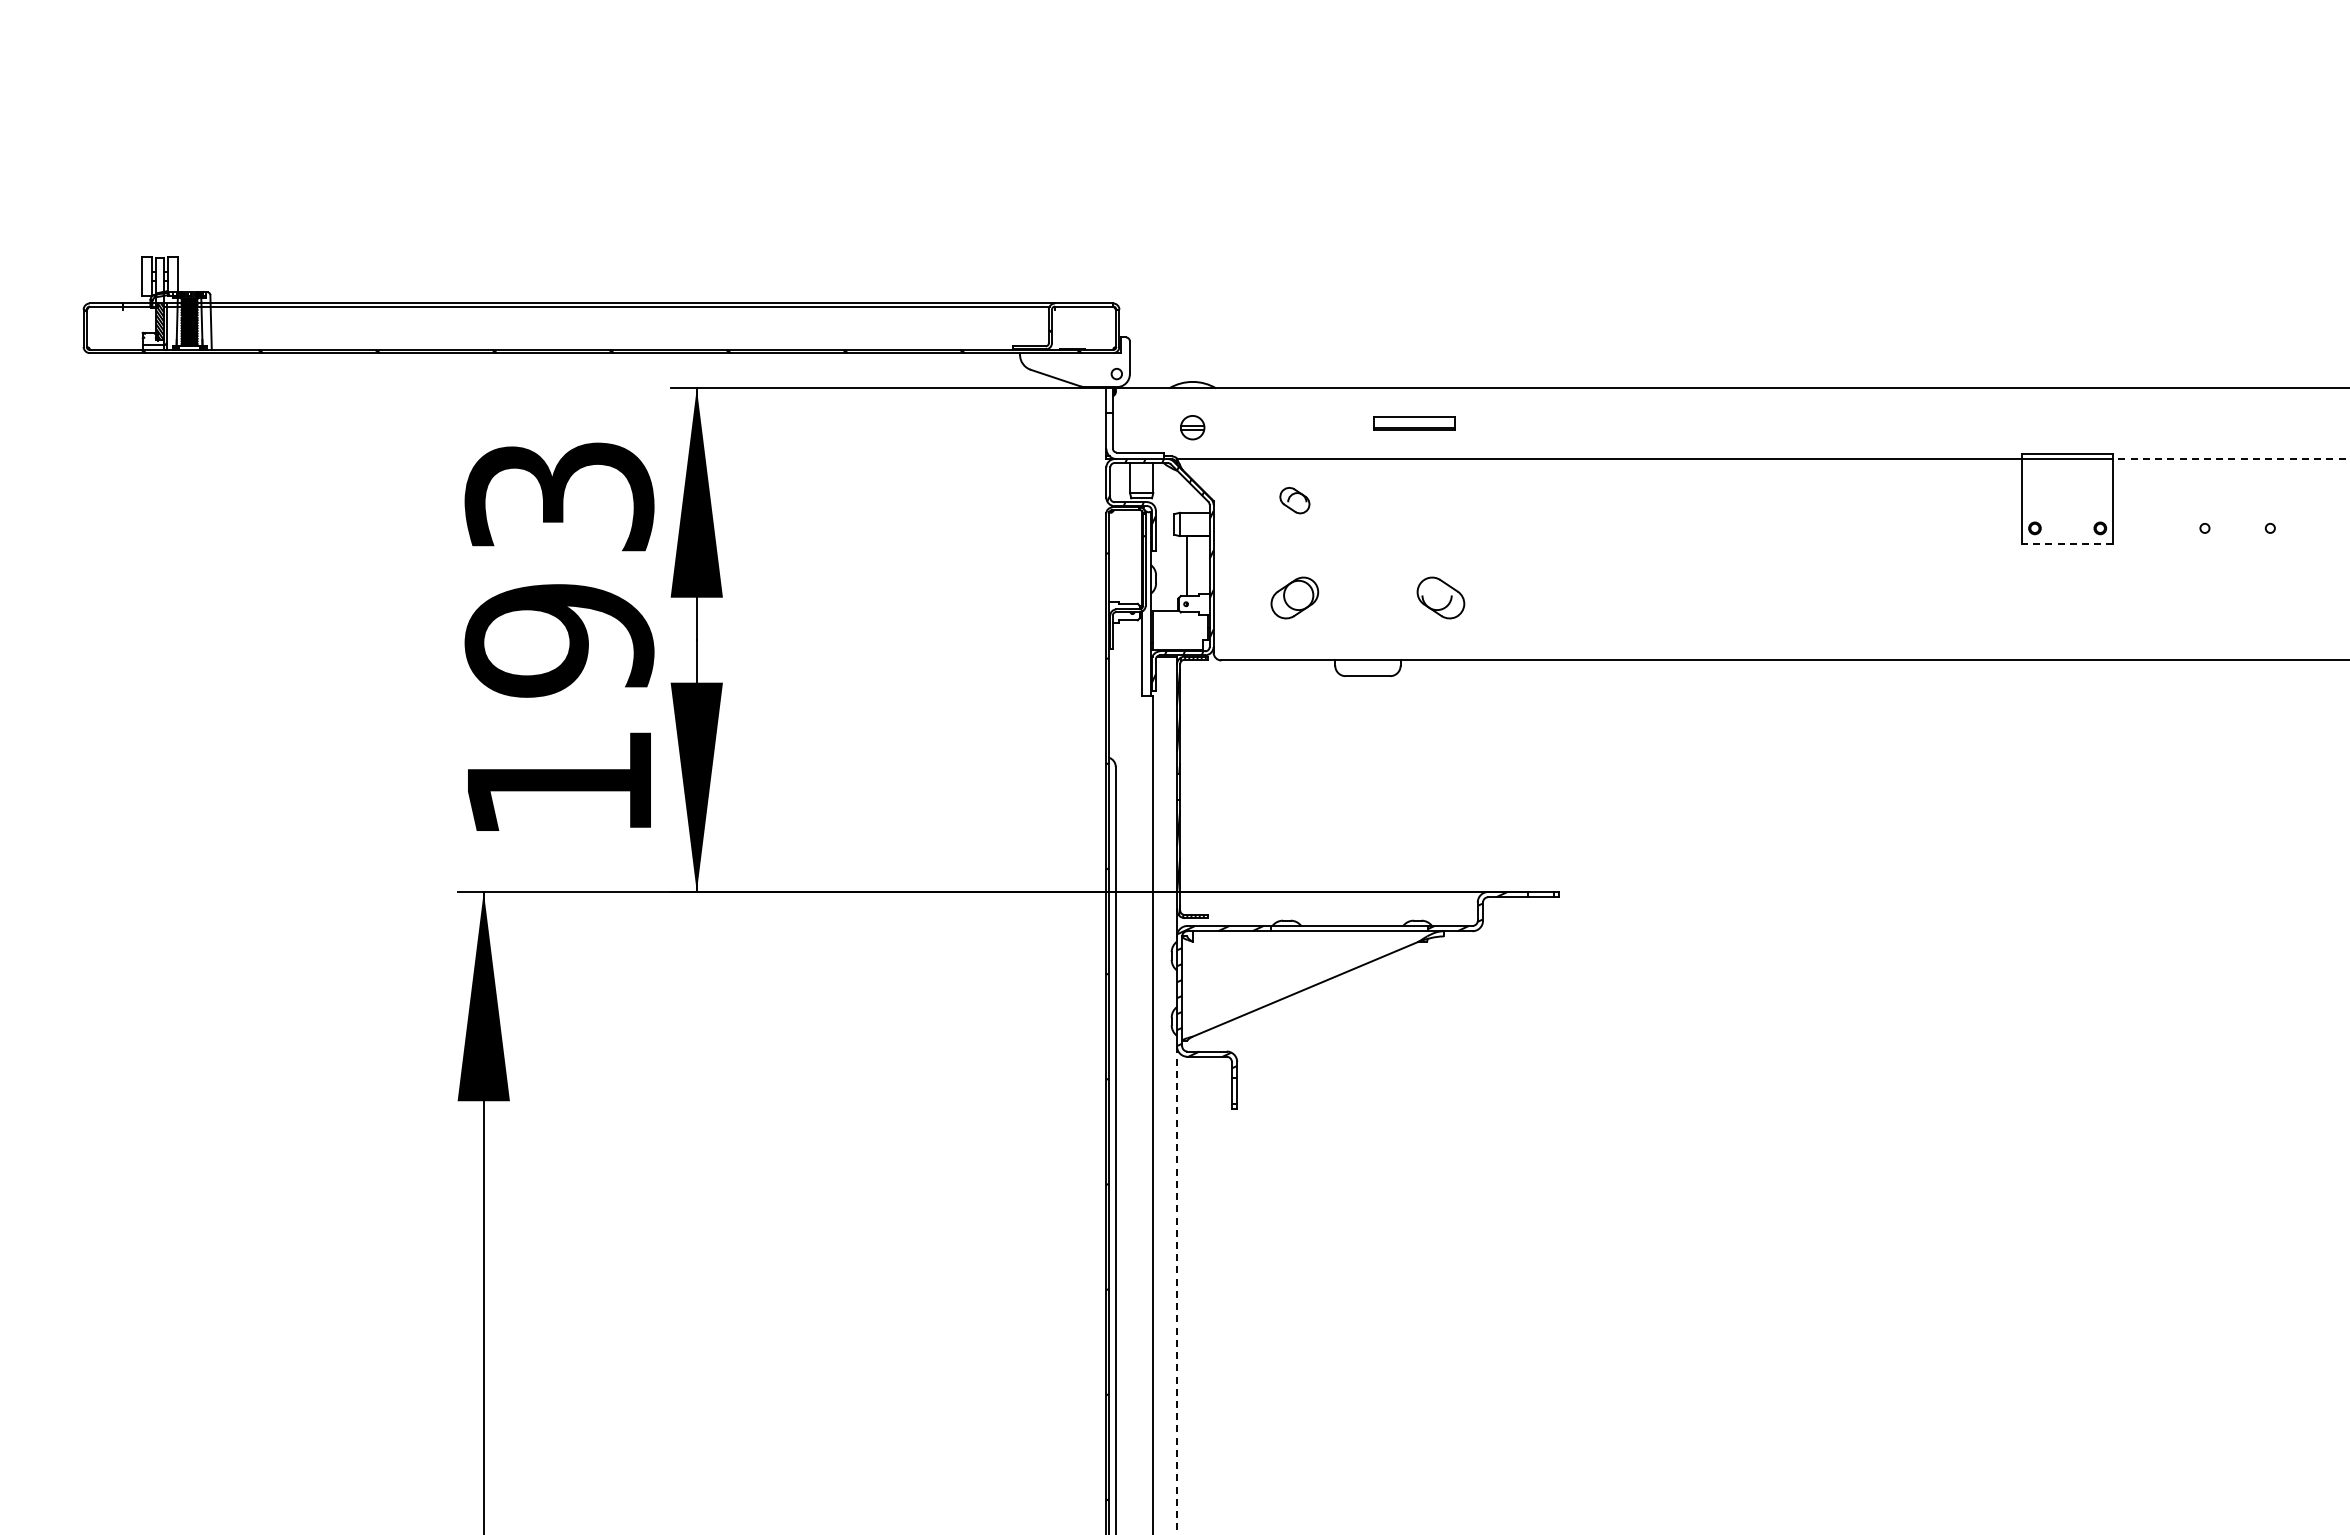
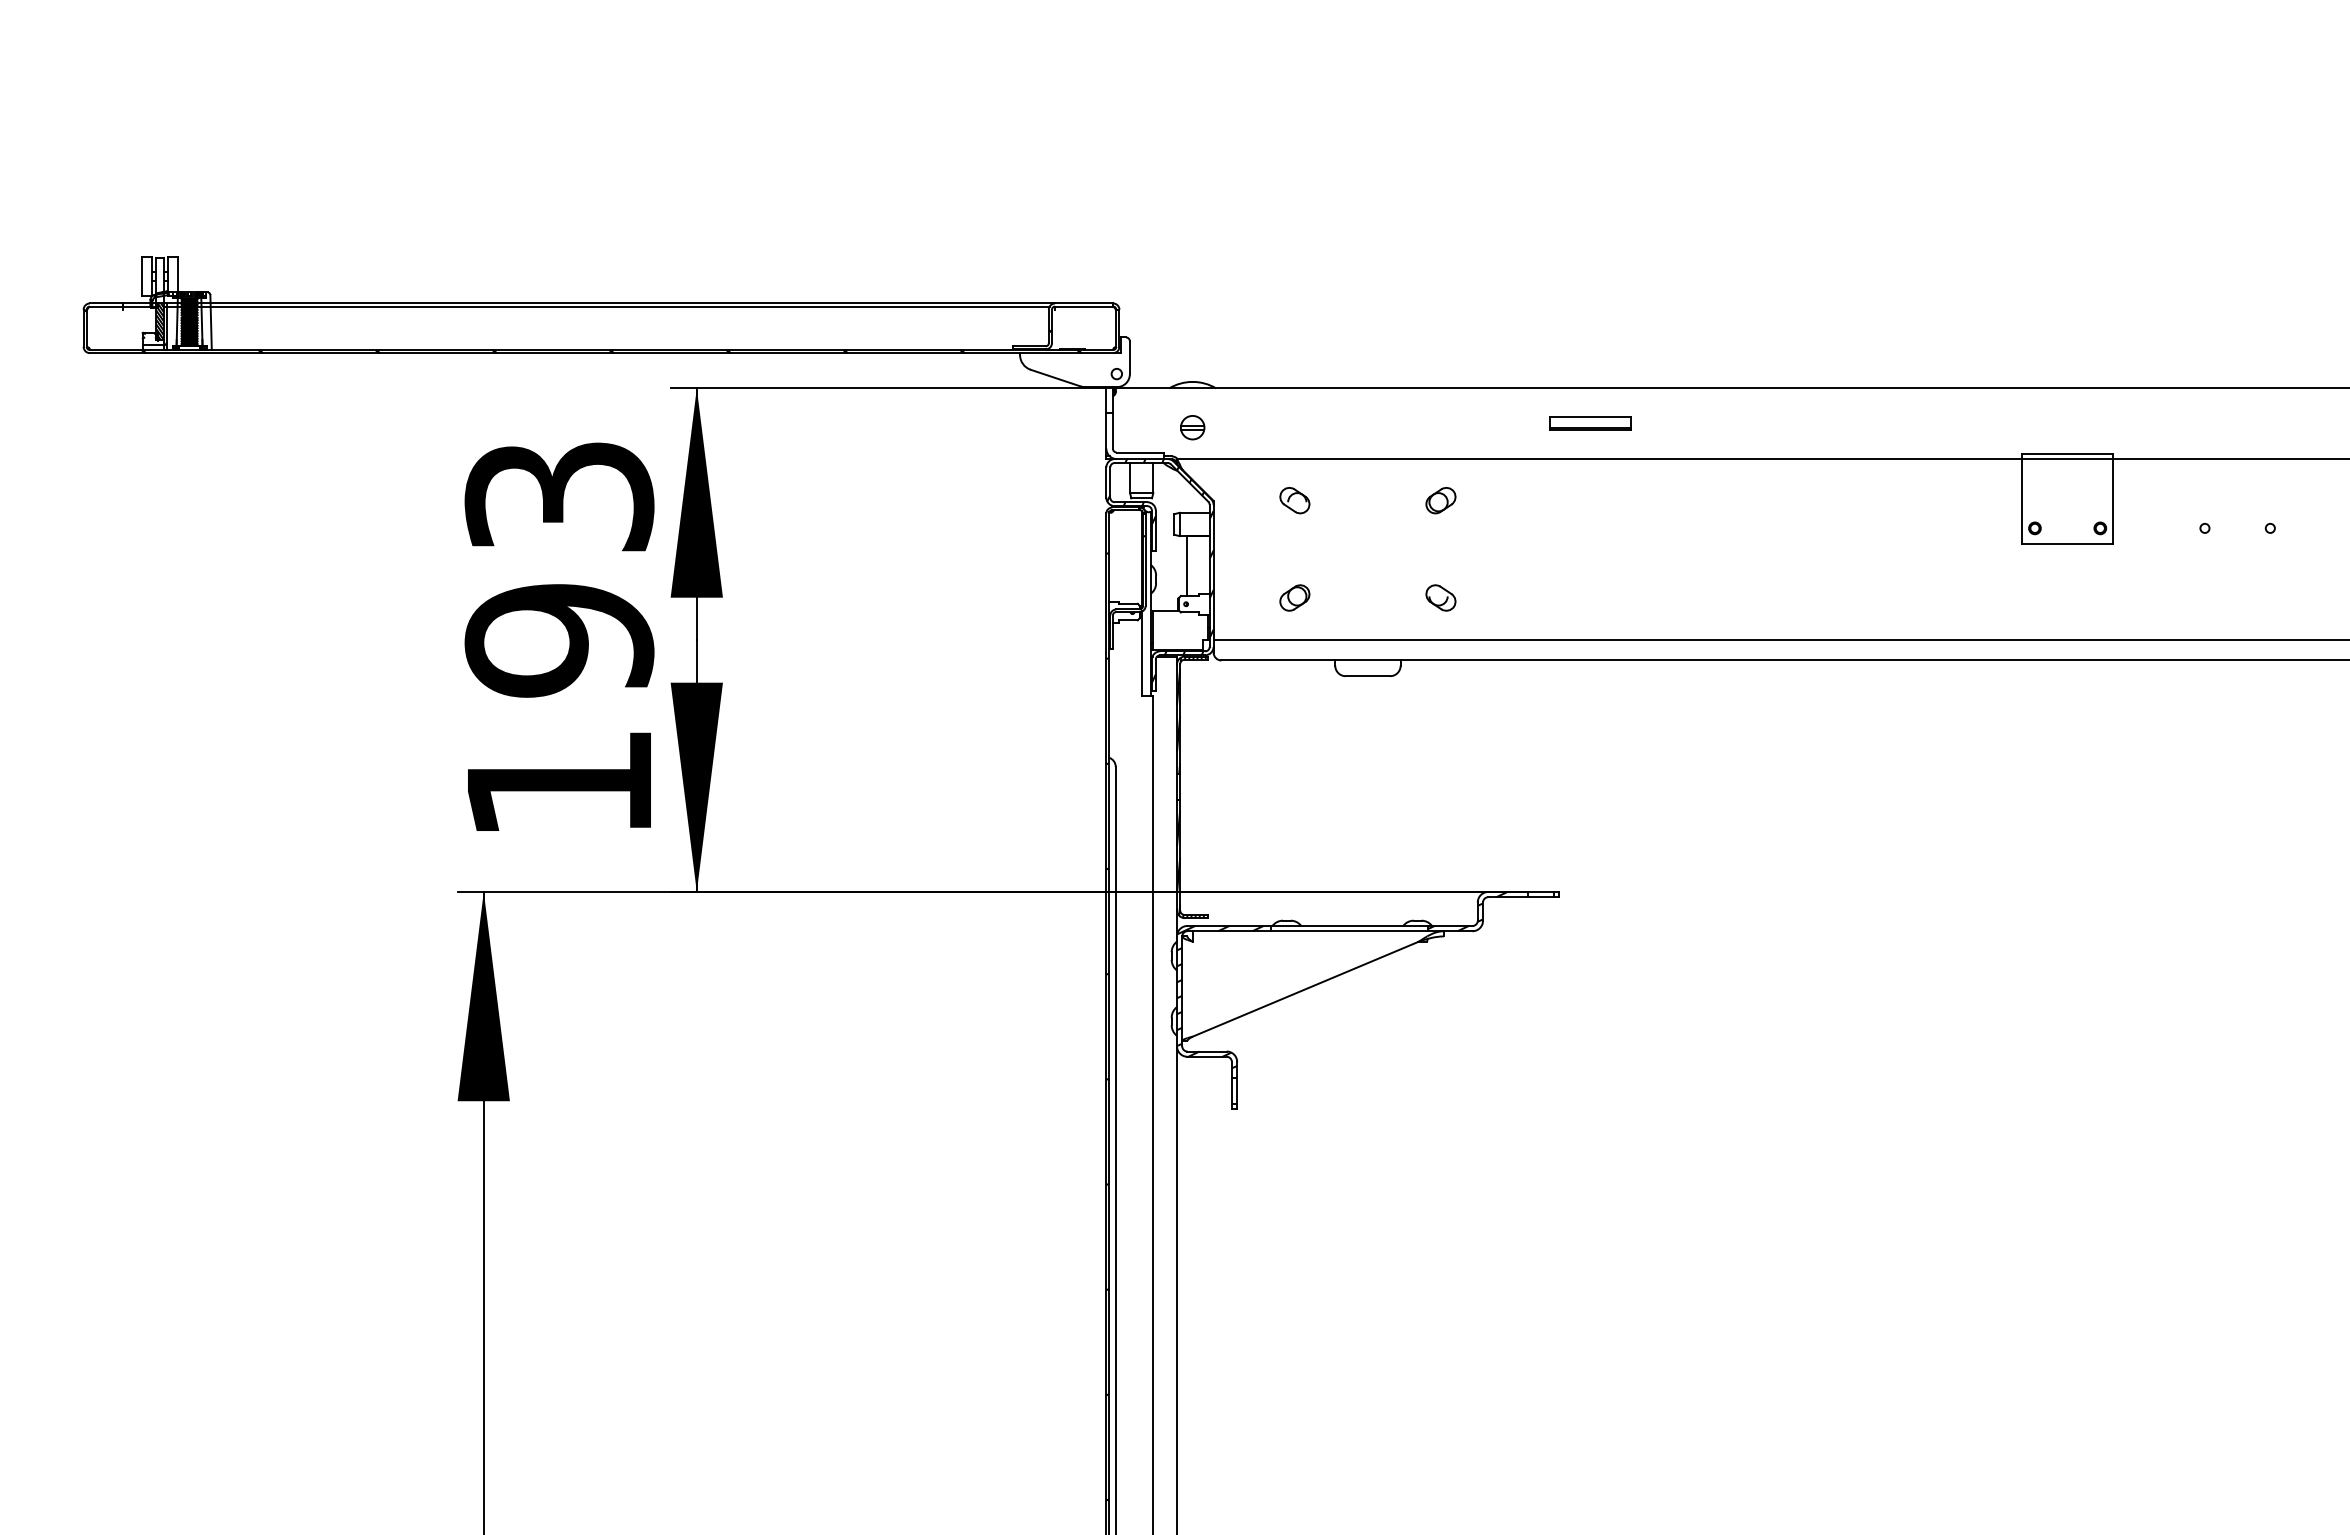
part at (1414, 423) position: (1414, 423) -> (1590, 423)
line at (2231, 459): dashed -> solid
part at (1440, 500): none -> present
line at (2067, 544): dashed -> solid
part at (1294, 597) size: 50x44 px -> 32x28 px
part at (1440, 597) size: 50x44 px -> 32x28 px
line at (1779, 639): none -> present
line at (1177, 1290): dashed -> solid
